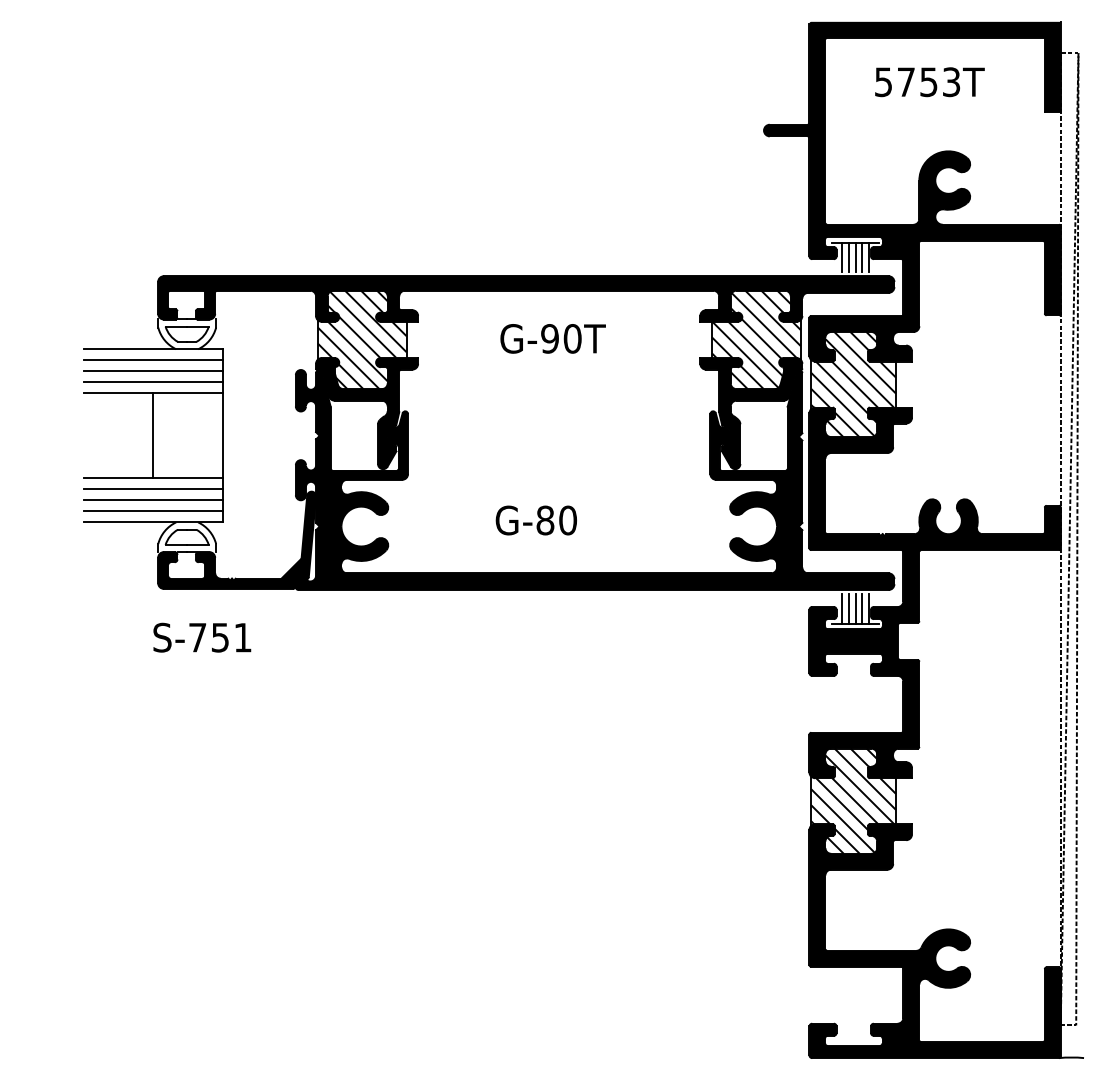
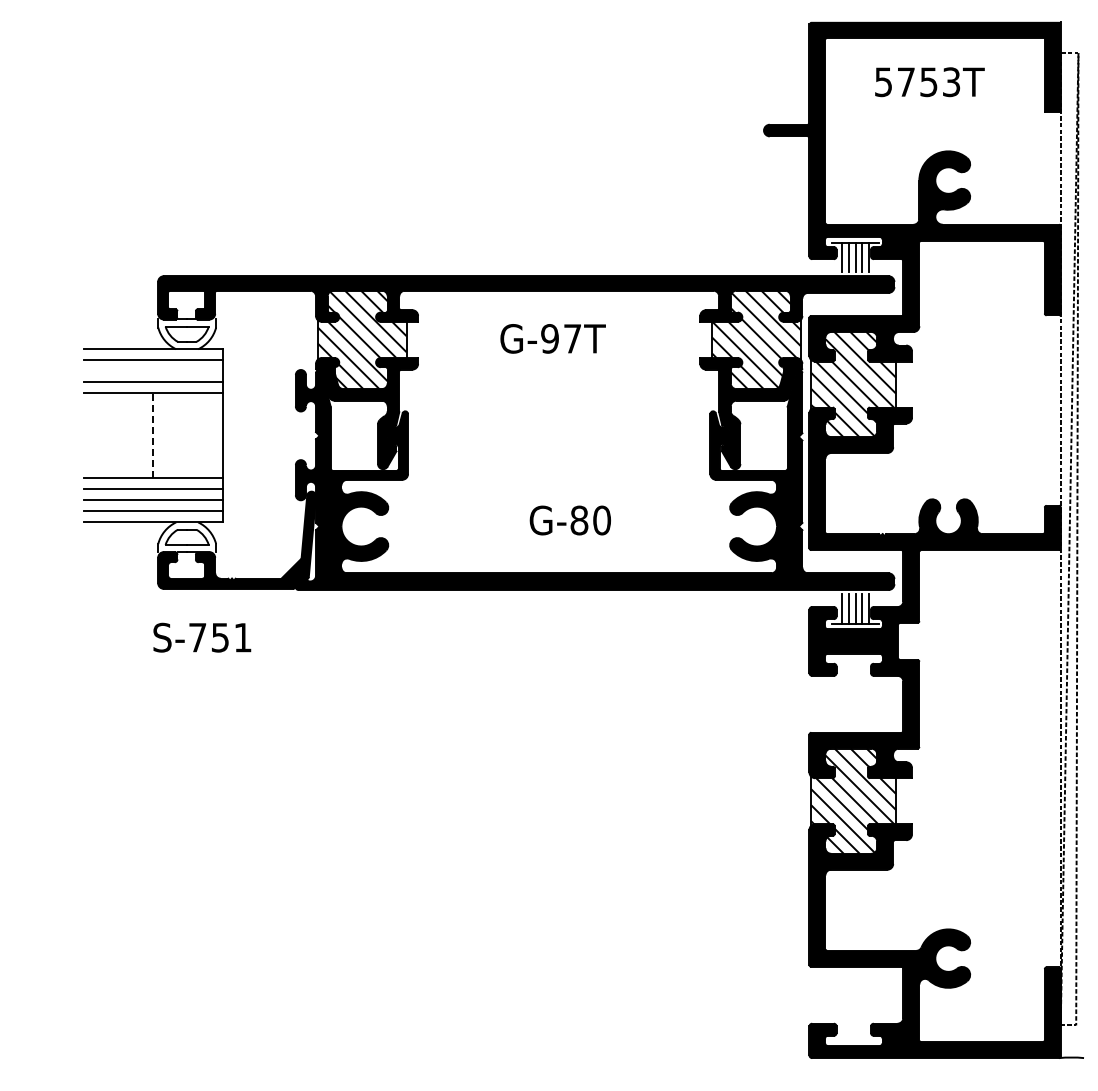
text at (572, 338): G-90T -> G-97T
line at (153, 371): present -> none
line at (152, 435): solid -> dashed
text at (535, 520) position: (535, 520) -> (569, 520)
